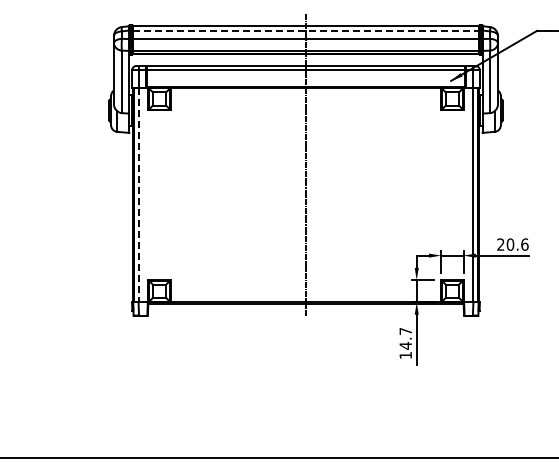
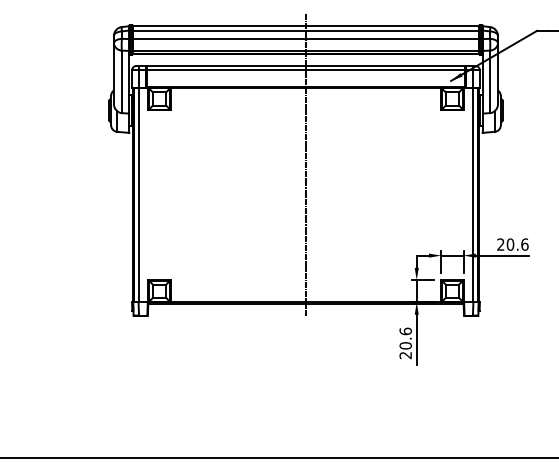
line at (306, 30): dashed -> solid
line at (138, 195): dashed -> solid
text at (405, 343): 14.7 -> 20.6
